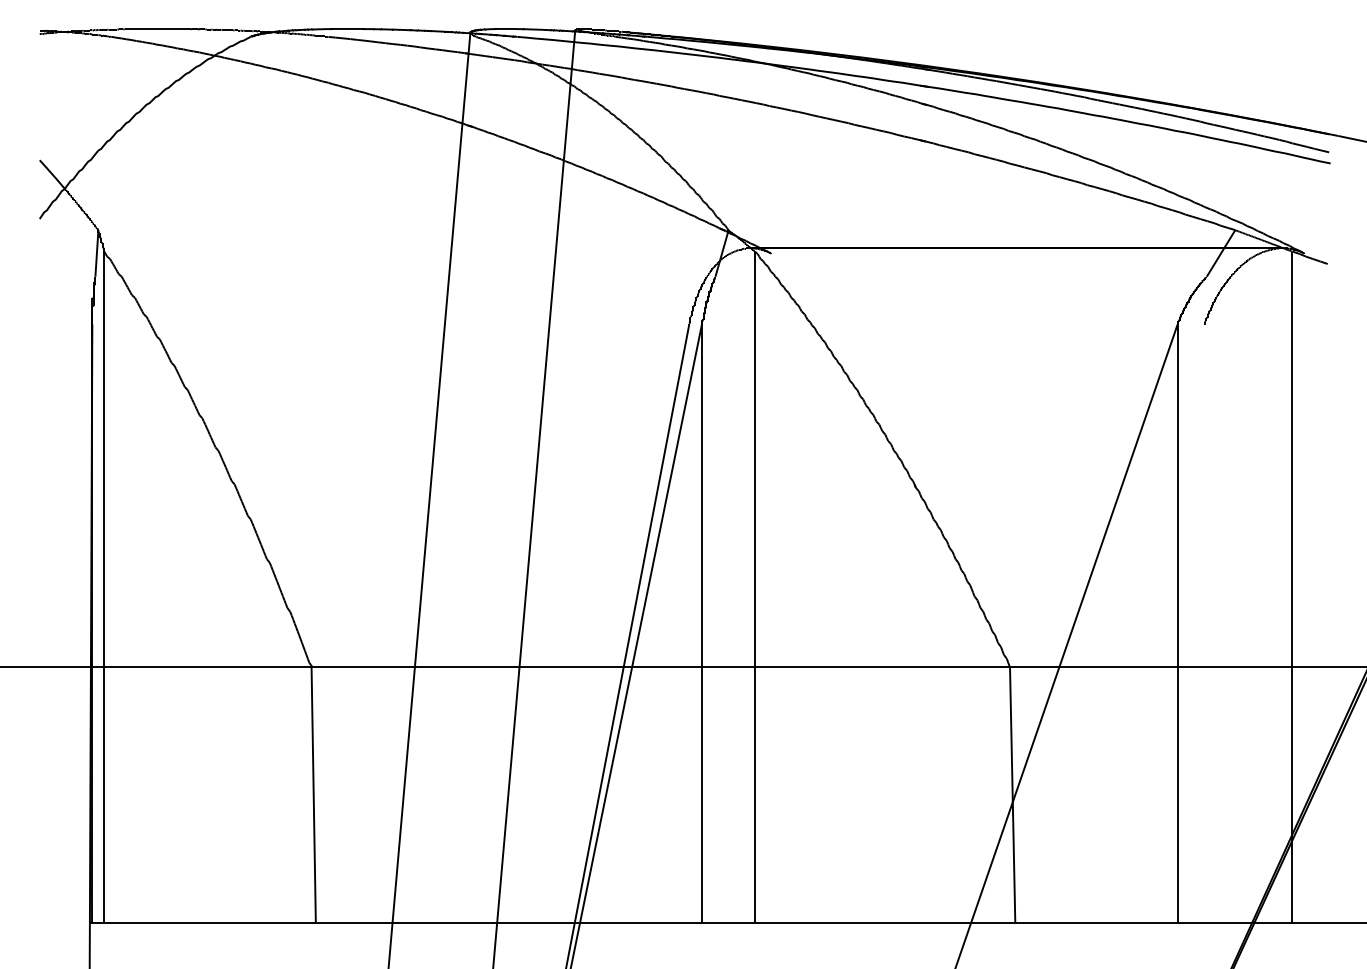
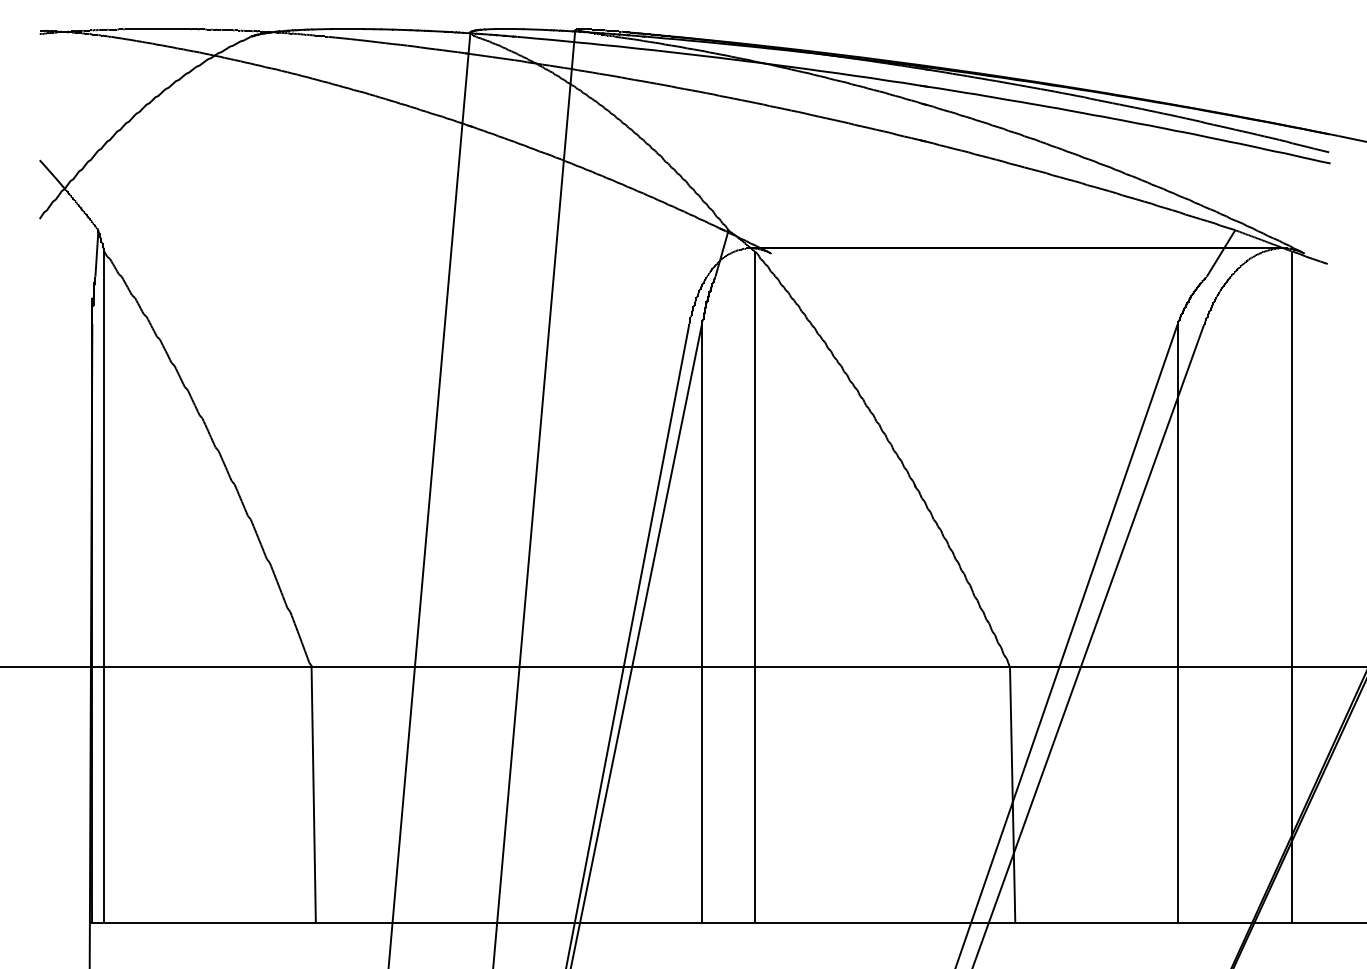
line at (1088, 644): none -> present
